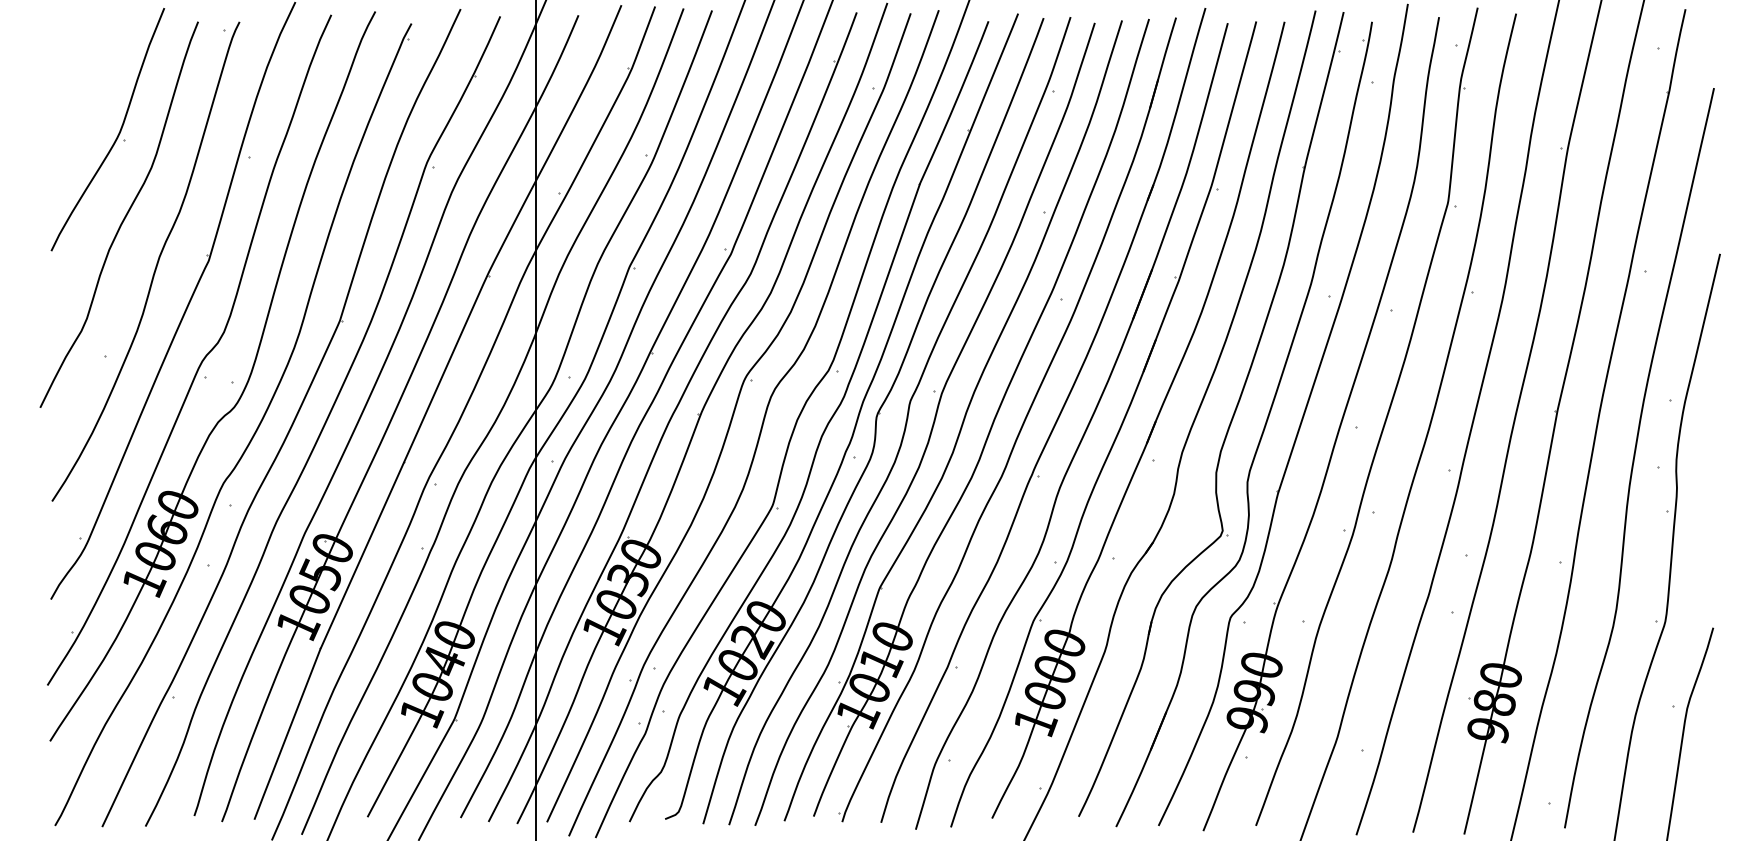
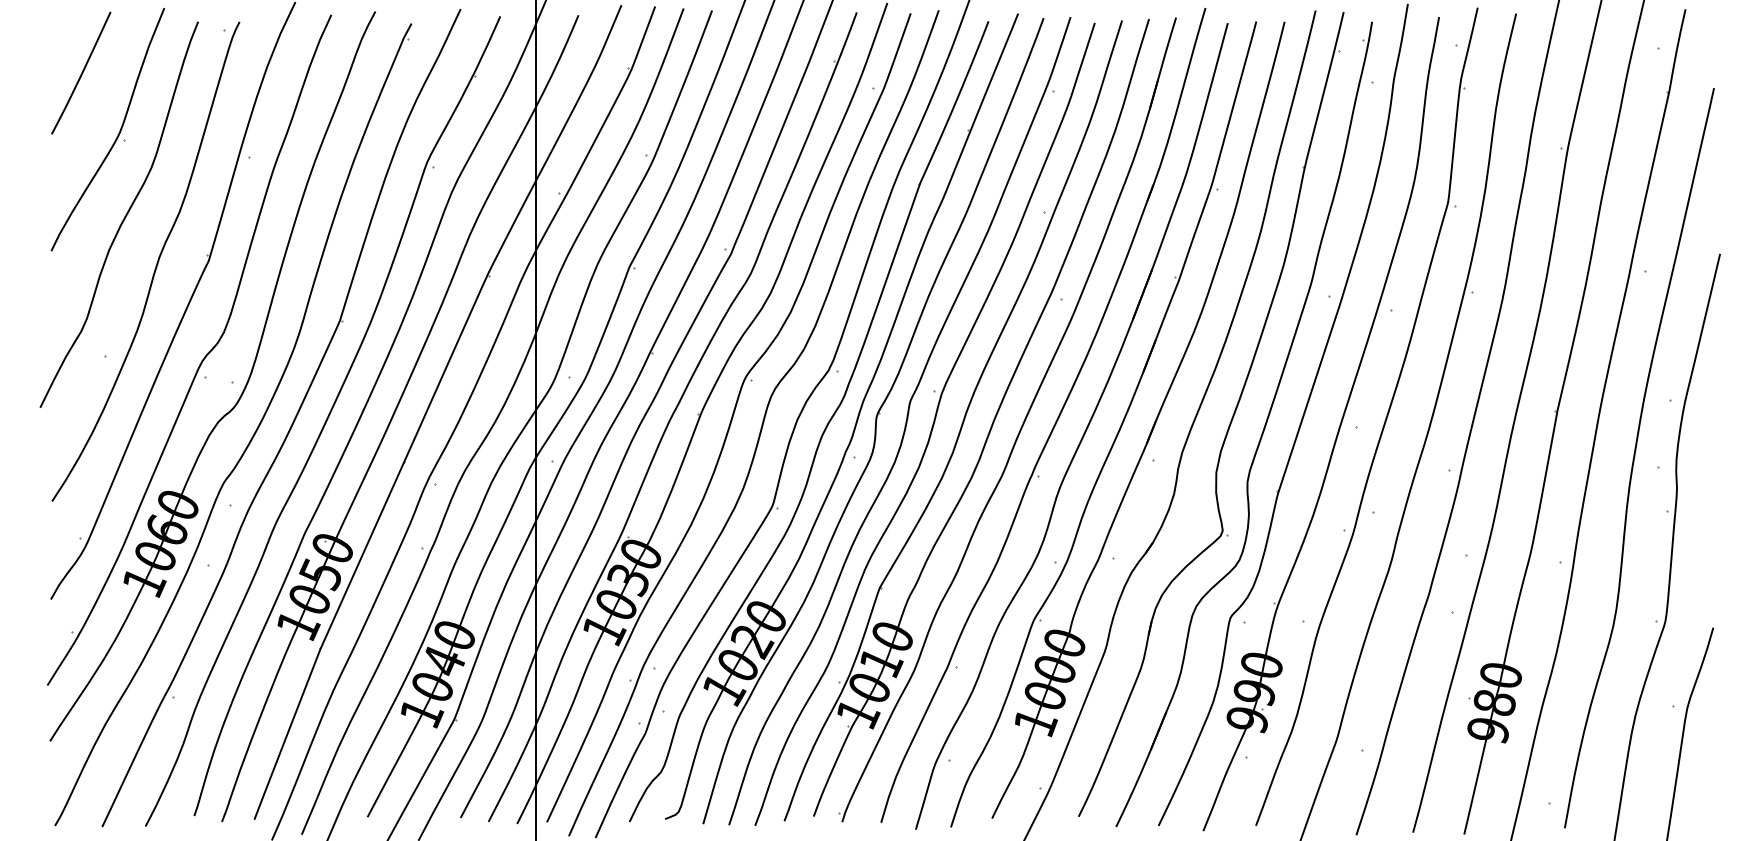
line at (81, 72): none -> present
